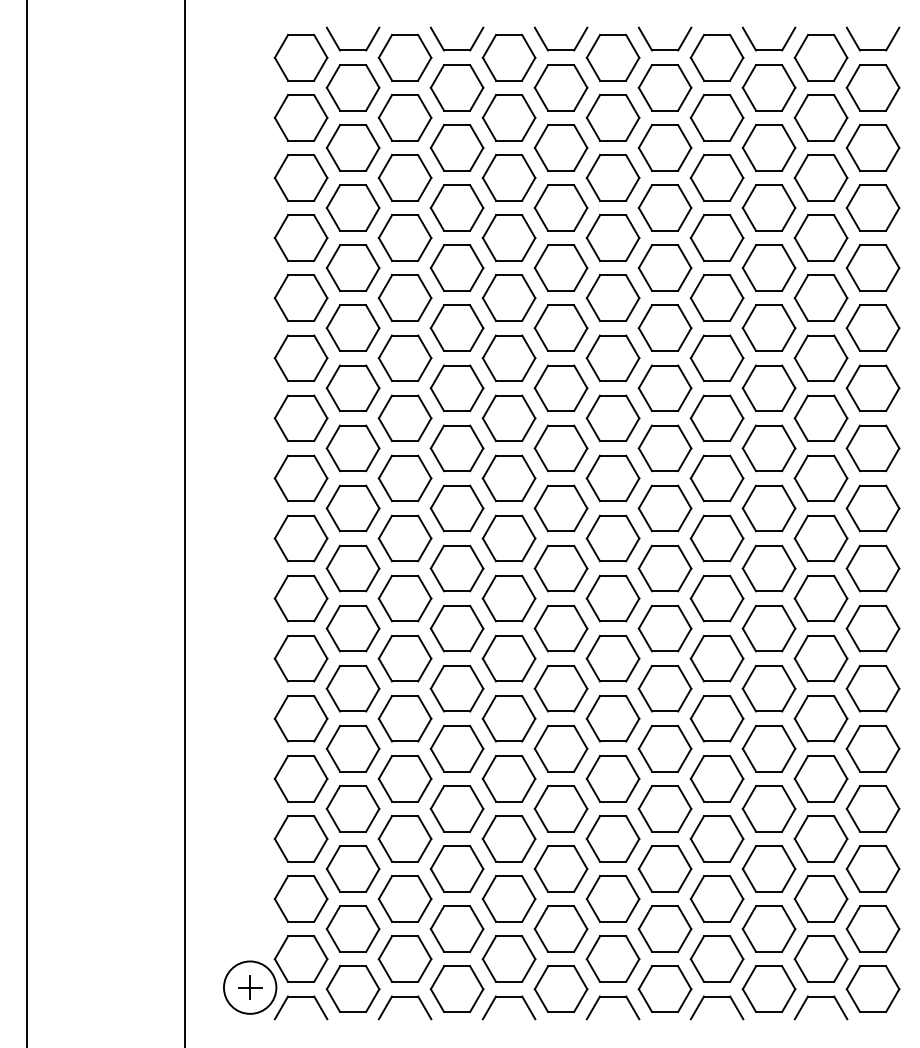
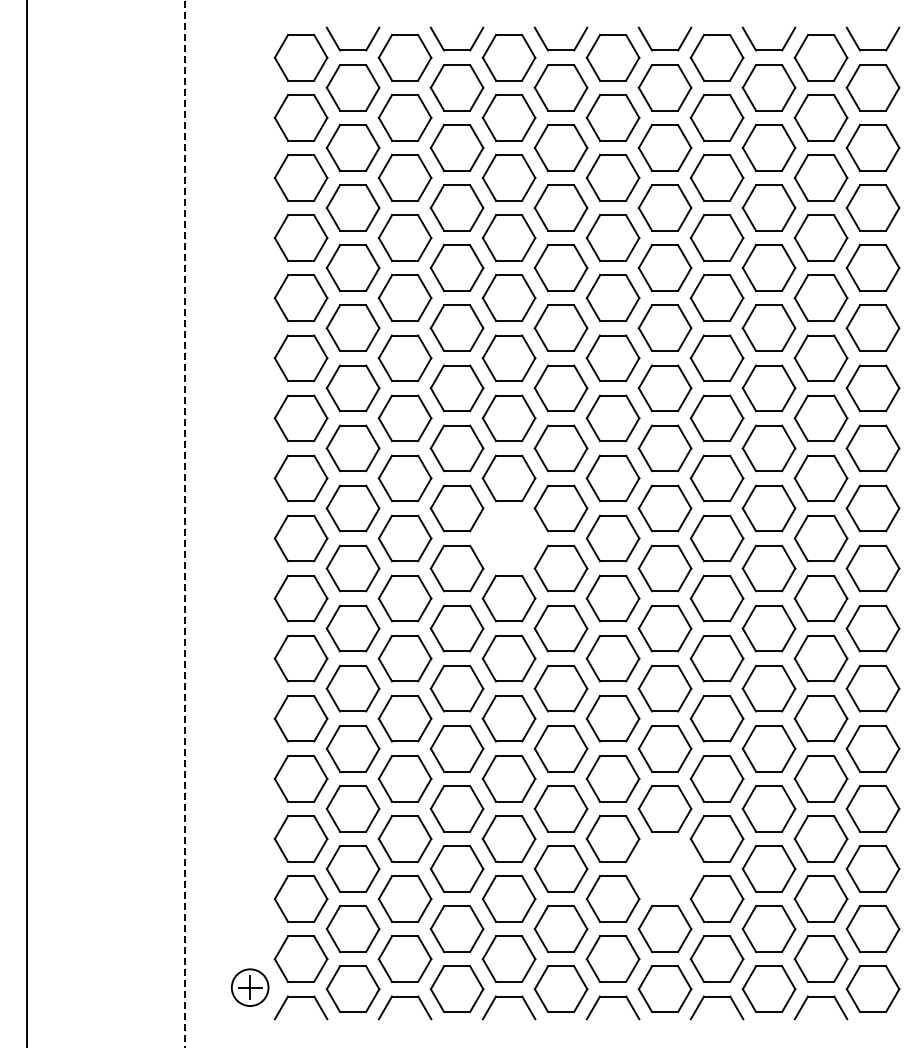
line at (184, 523): solid -> dashed
part at (508, 538): present -> none
part at (664, 868): present -> none
circle at (249, 987) diameter: 52 px -> 37 px
